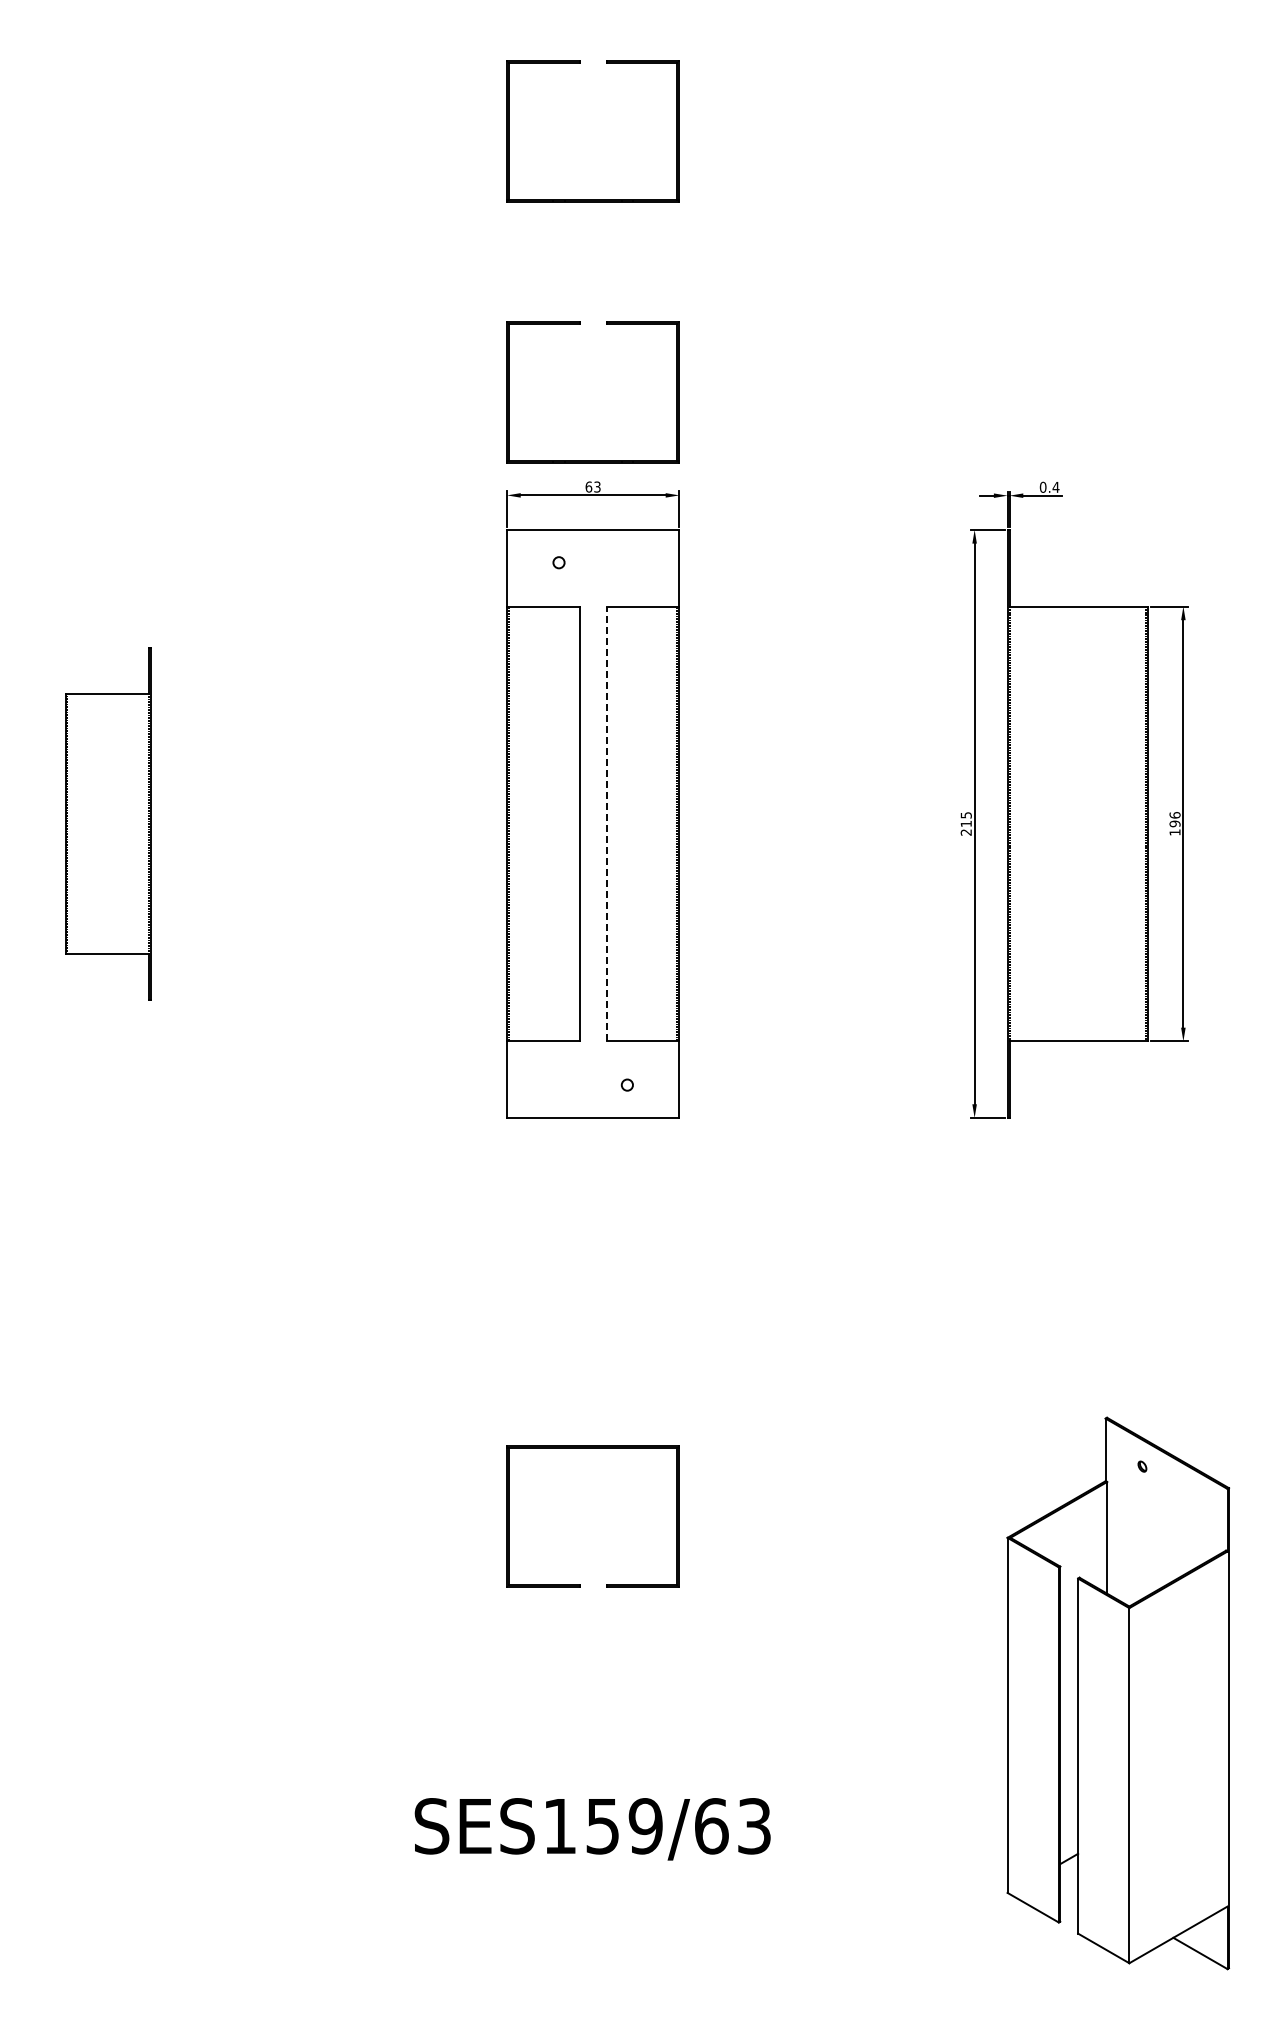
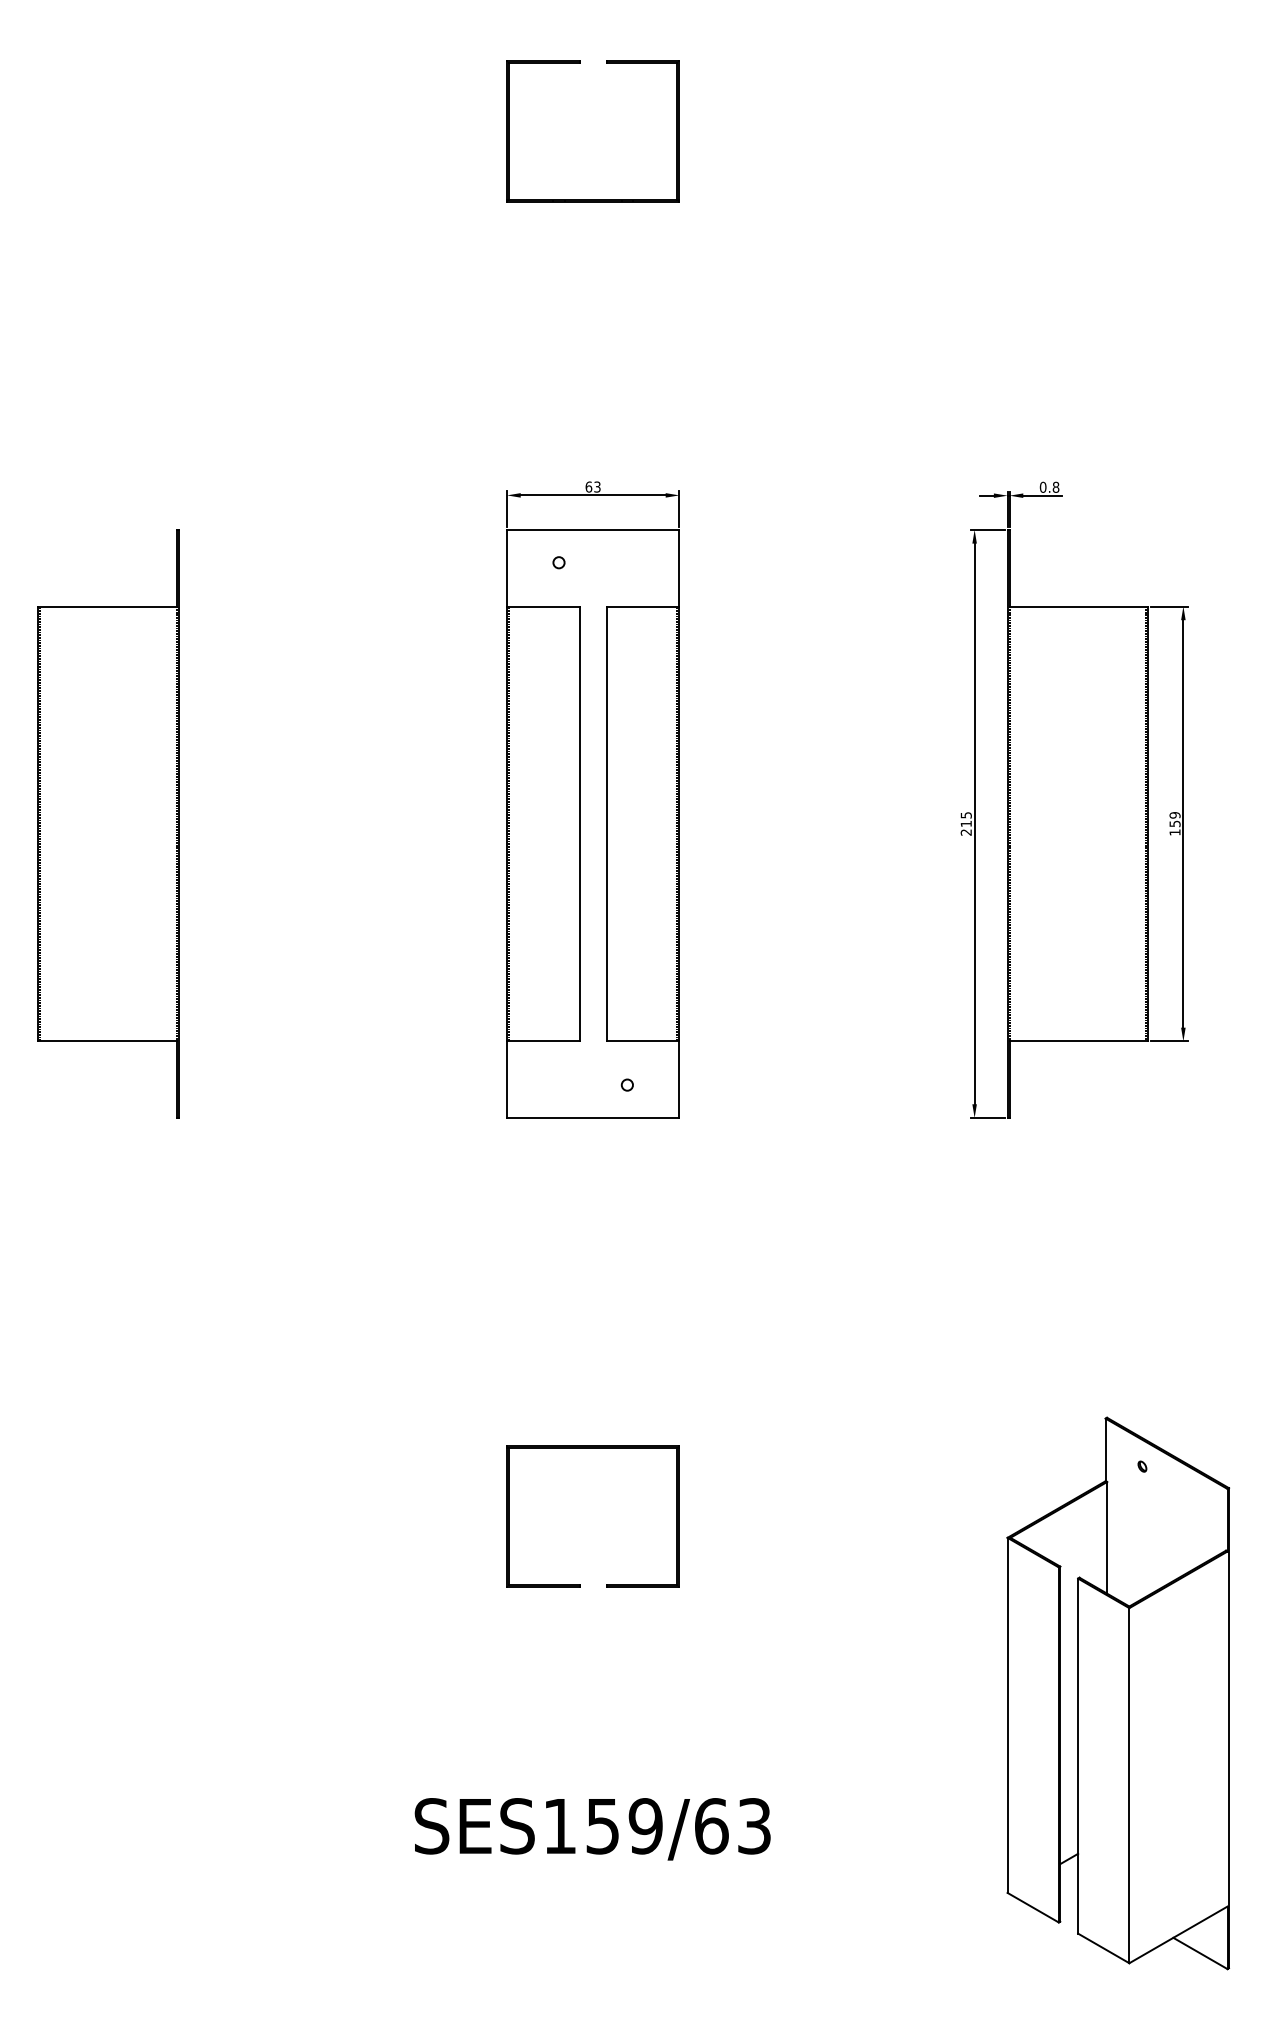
part at (592, 460): present -> none
text at (1055, 486): 0.4 -> 0.8
text at (1174, 819): 196 -> 159
part at (108, 823) size: 87x354 px -> 143x590 px
line at (606, 823): dashed -> solid
